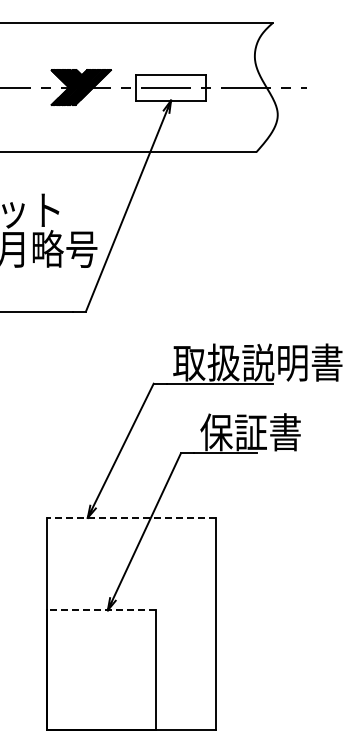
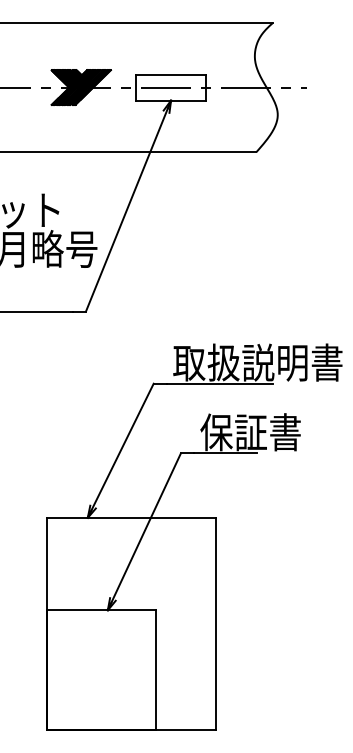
line at (130, 517): dashed -> solid
line at (100, 610): dashed -> solid
